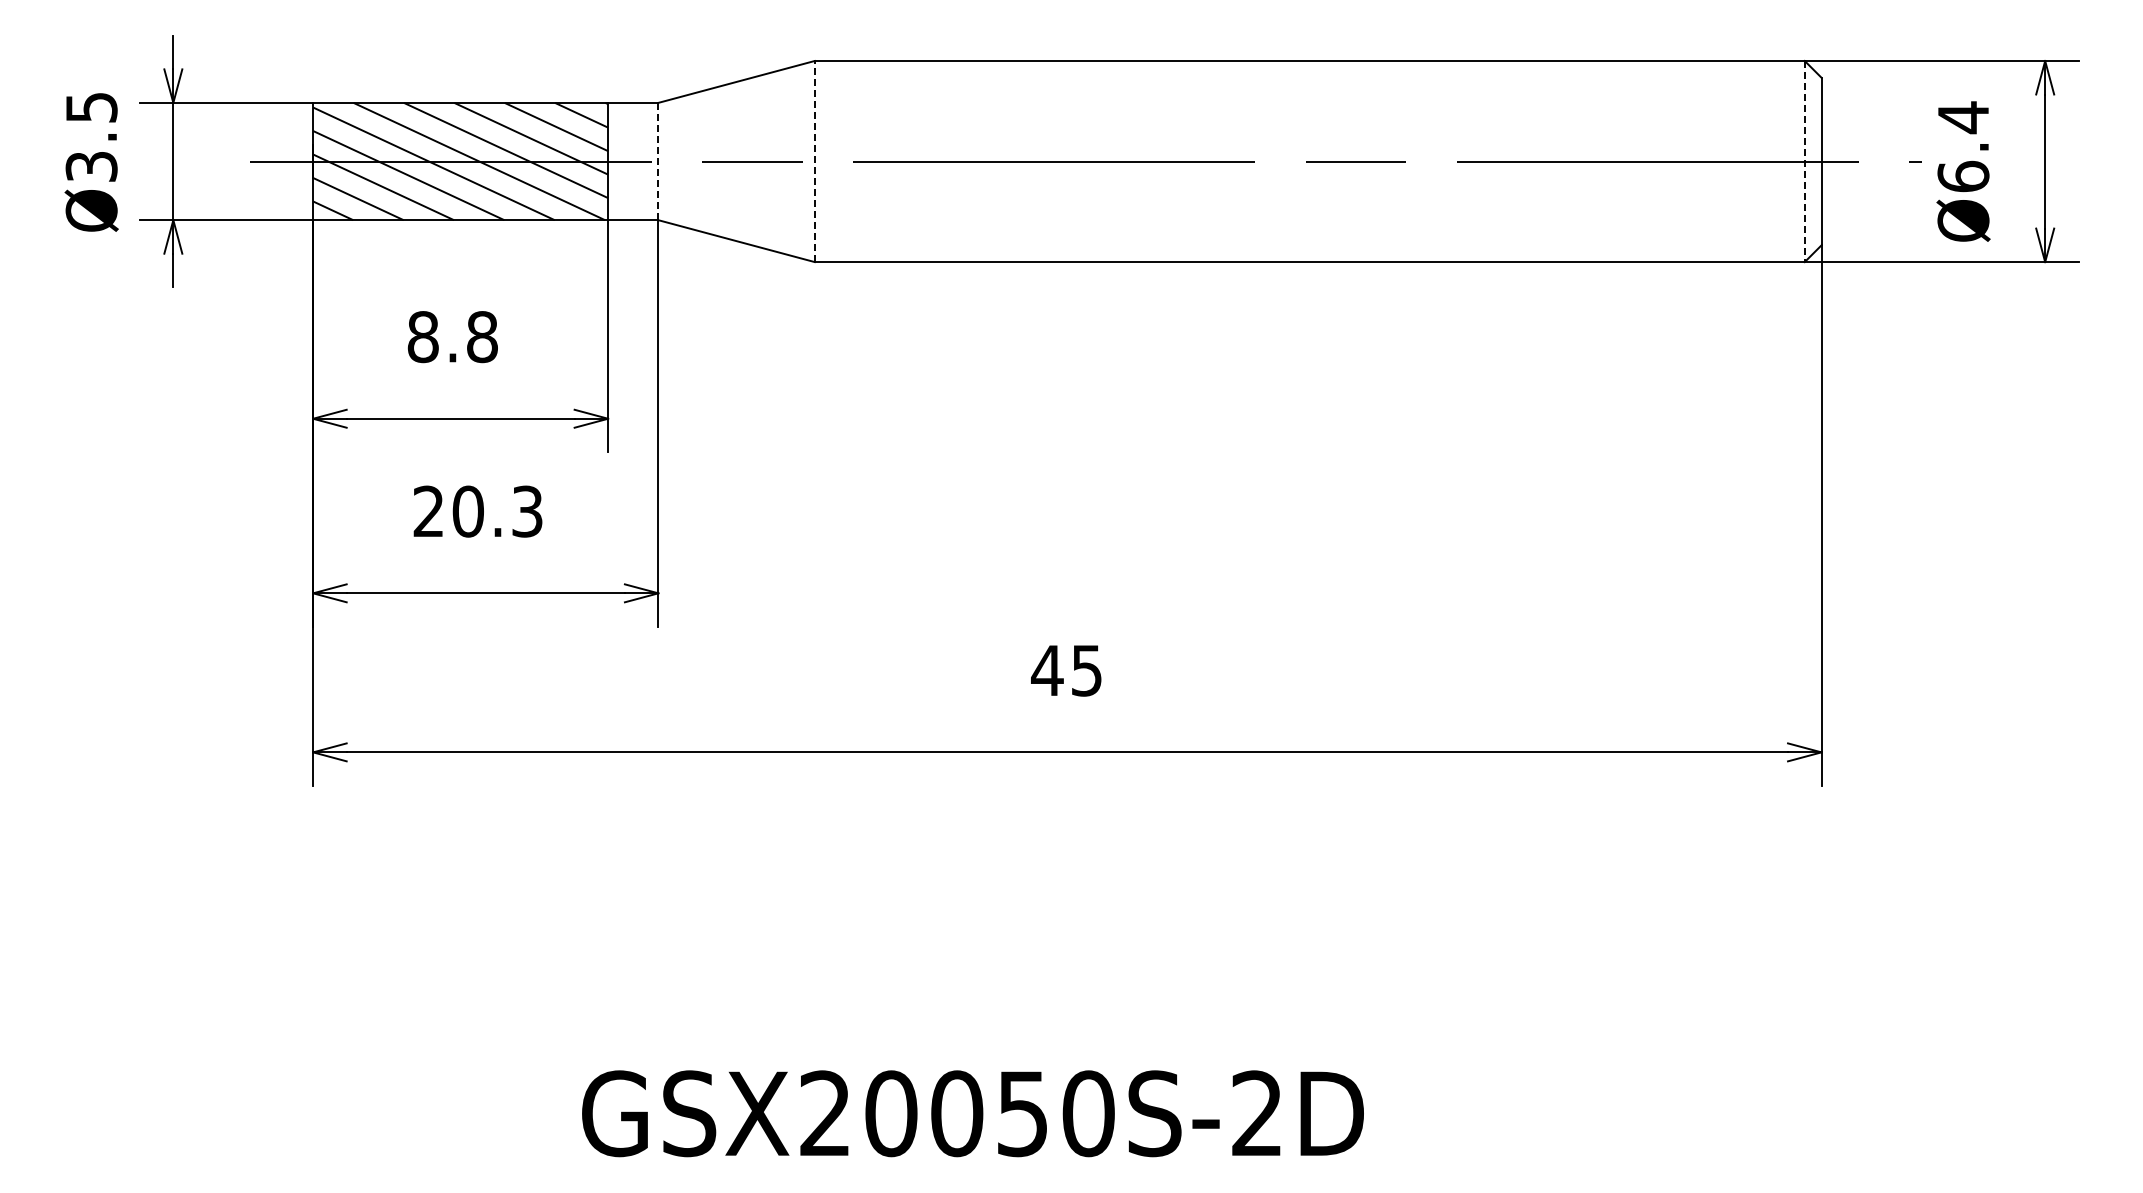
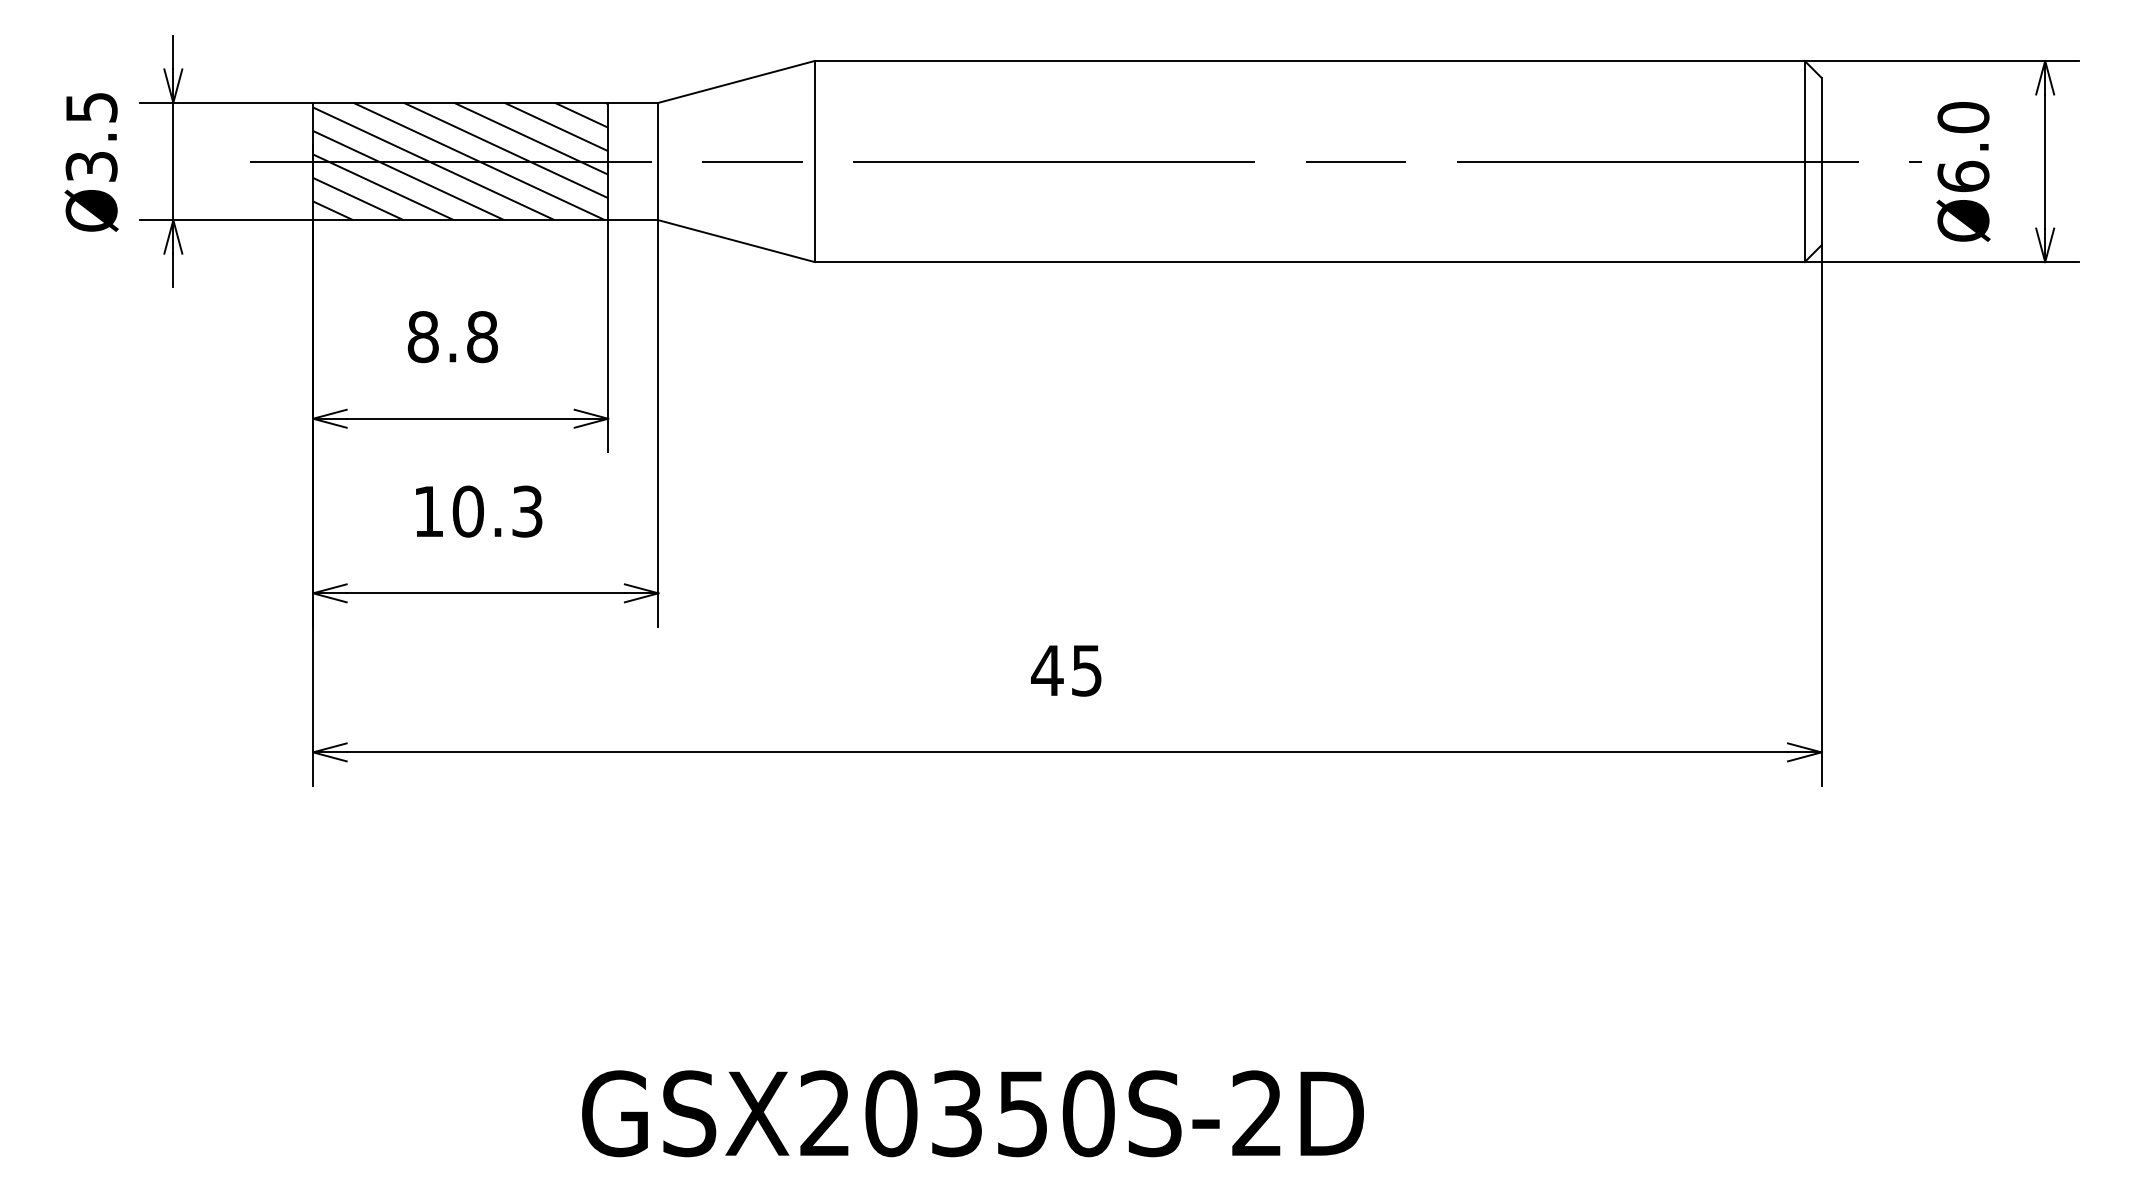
text at (1963, 117): Ø6.4 -> Ø6.0
line at (658, 161): dashed -> solid
line at (814, 161): dashed -> solid
line at (1804, 161): dashed -> solid
text at (427, 510): 20.3 -> 10.3
text at (957, 1113): GSX20050S-2D -> GSX20350S-2D
